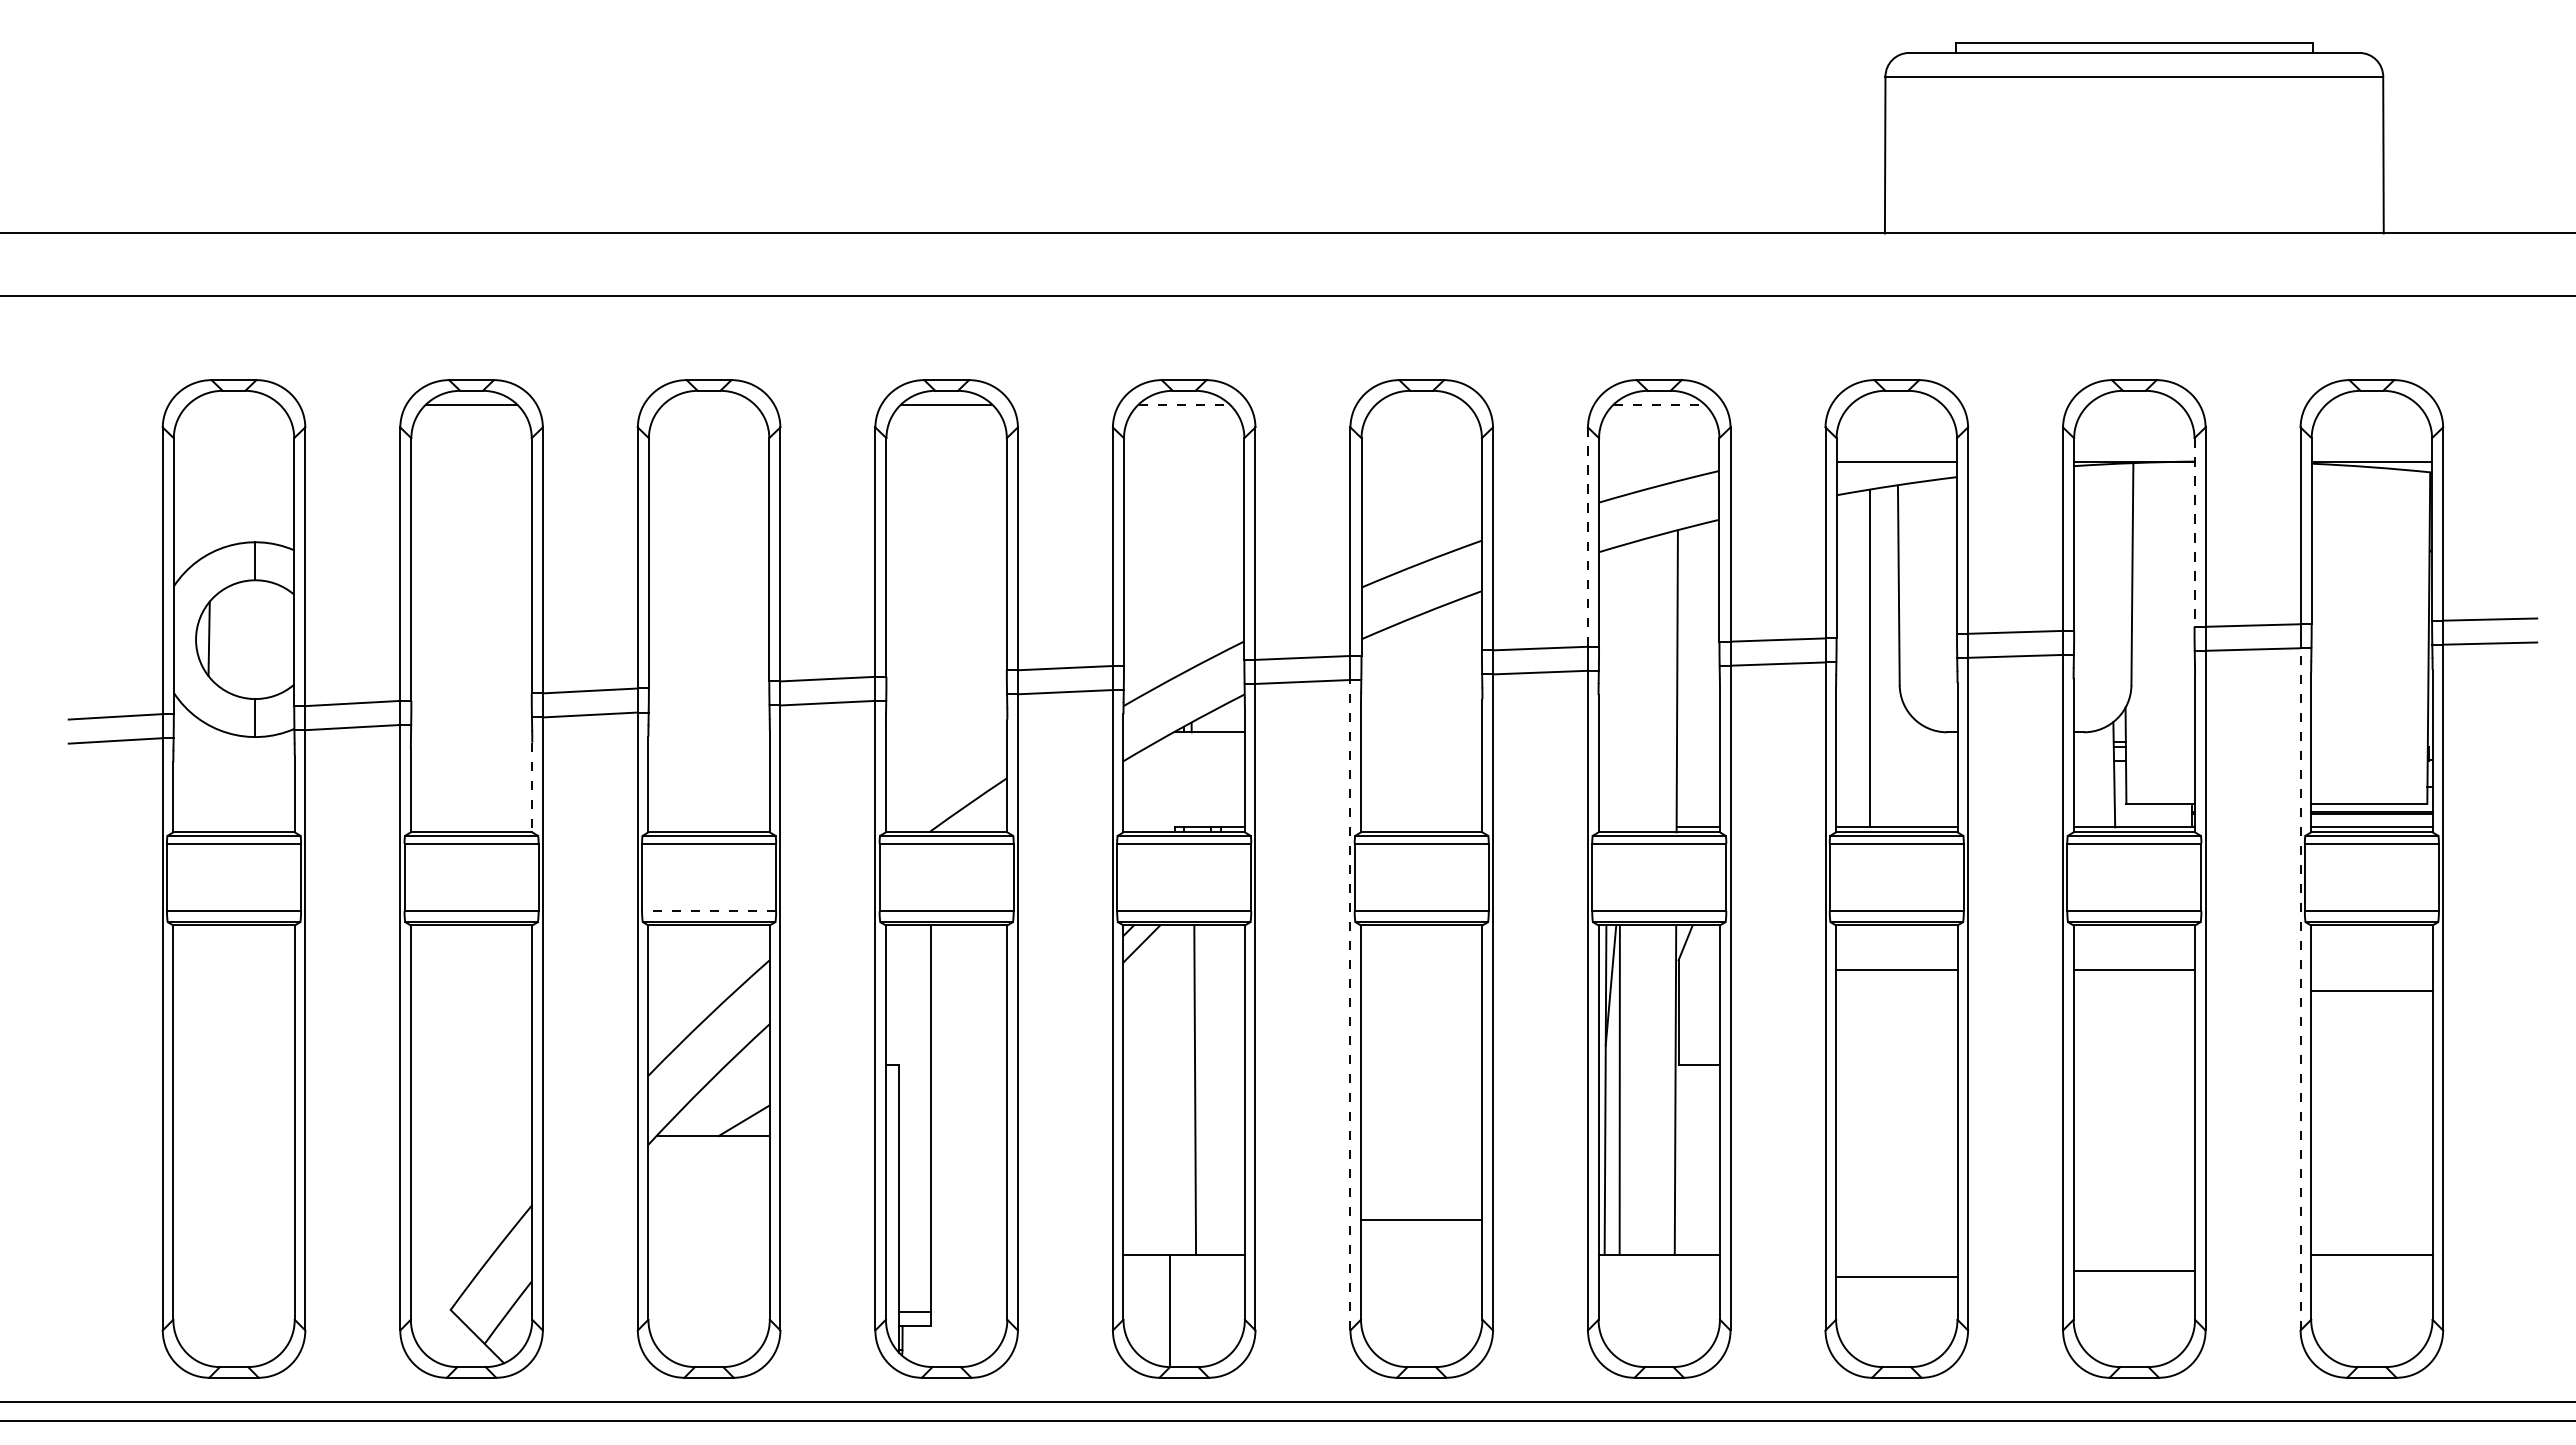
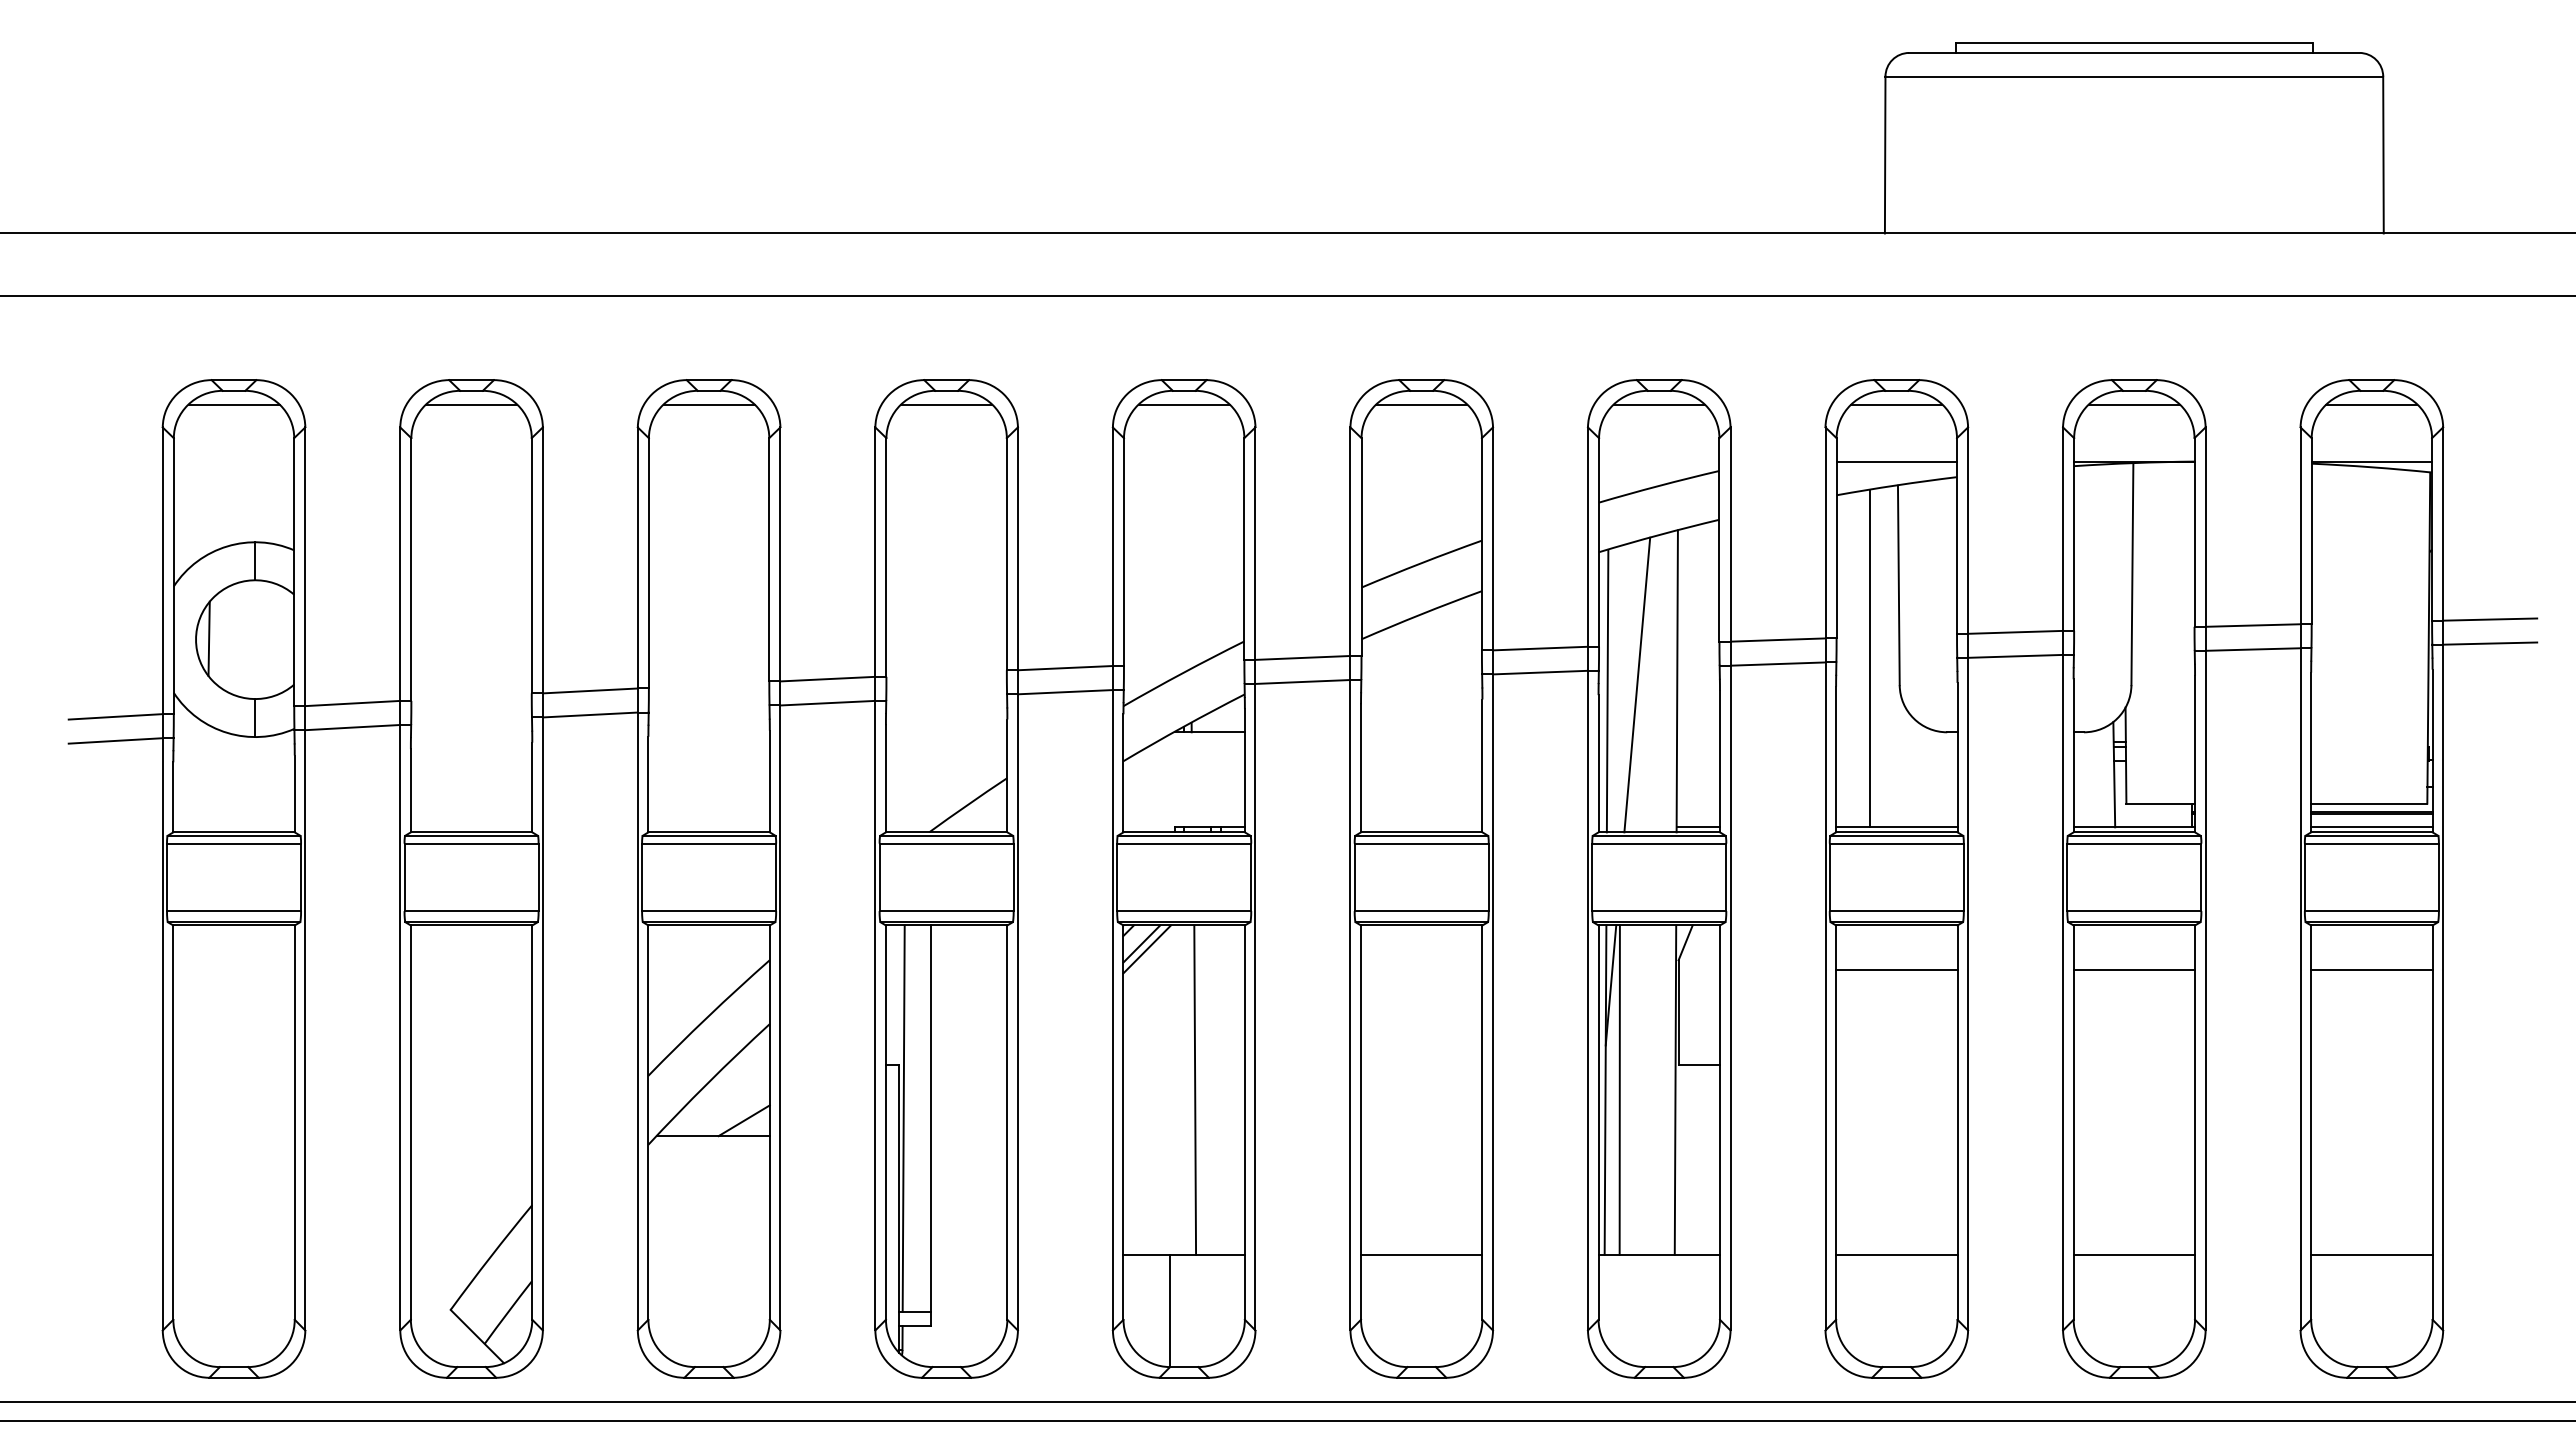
line at (233, 404): none -> present
line at (708, 404): none -> present
line at (1184, 404): dashed -> solid
line at (1421, 404): none -> present
line at (1659, 404): dashed -> solid
line at (1896, 404): none -> present
line at (2133, 404): none -> present
line at (2371, 404): none -> present
line at (2194, 532): dashed -> solid
line at (1588, 537): dashed -> solid
line at (1637, 684): none -> present
line at (1607, 690): none -> present
line at (532, 787): dashed -> solid
line at (708, 911): dashed -> solid
line at (1146, 949): none -> present
line at (2300, 988): dashed -> solid
line at (2371, 990) position: (2371, 990) -> (2371, 969)
line at (1350, 1004): dashed -> solid
line at (903, 1118): none -> present
line at (1421, 1219) position: (1421, 1219) -> (1421, 1254)
line at (2134, 1270) position: (2134, 1270) -> (2134, 1254)
line at (1896, 1276) position: (1896, 1276) -> (1896, 1254)
